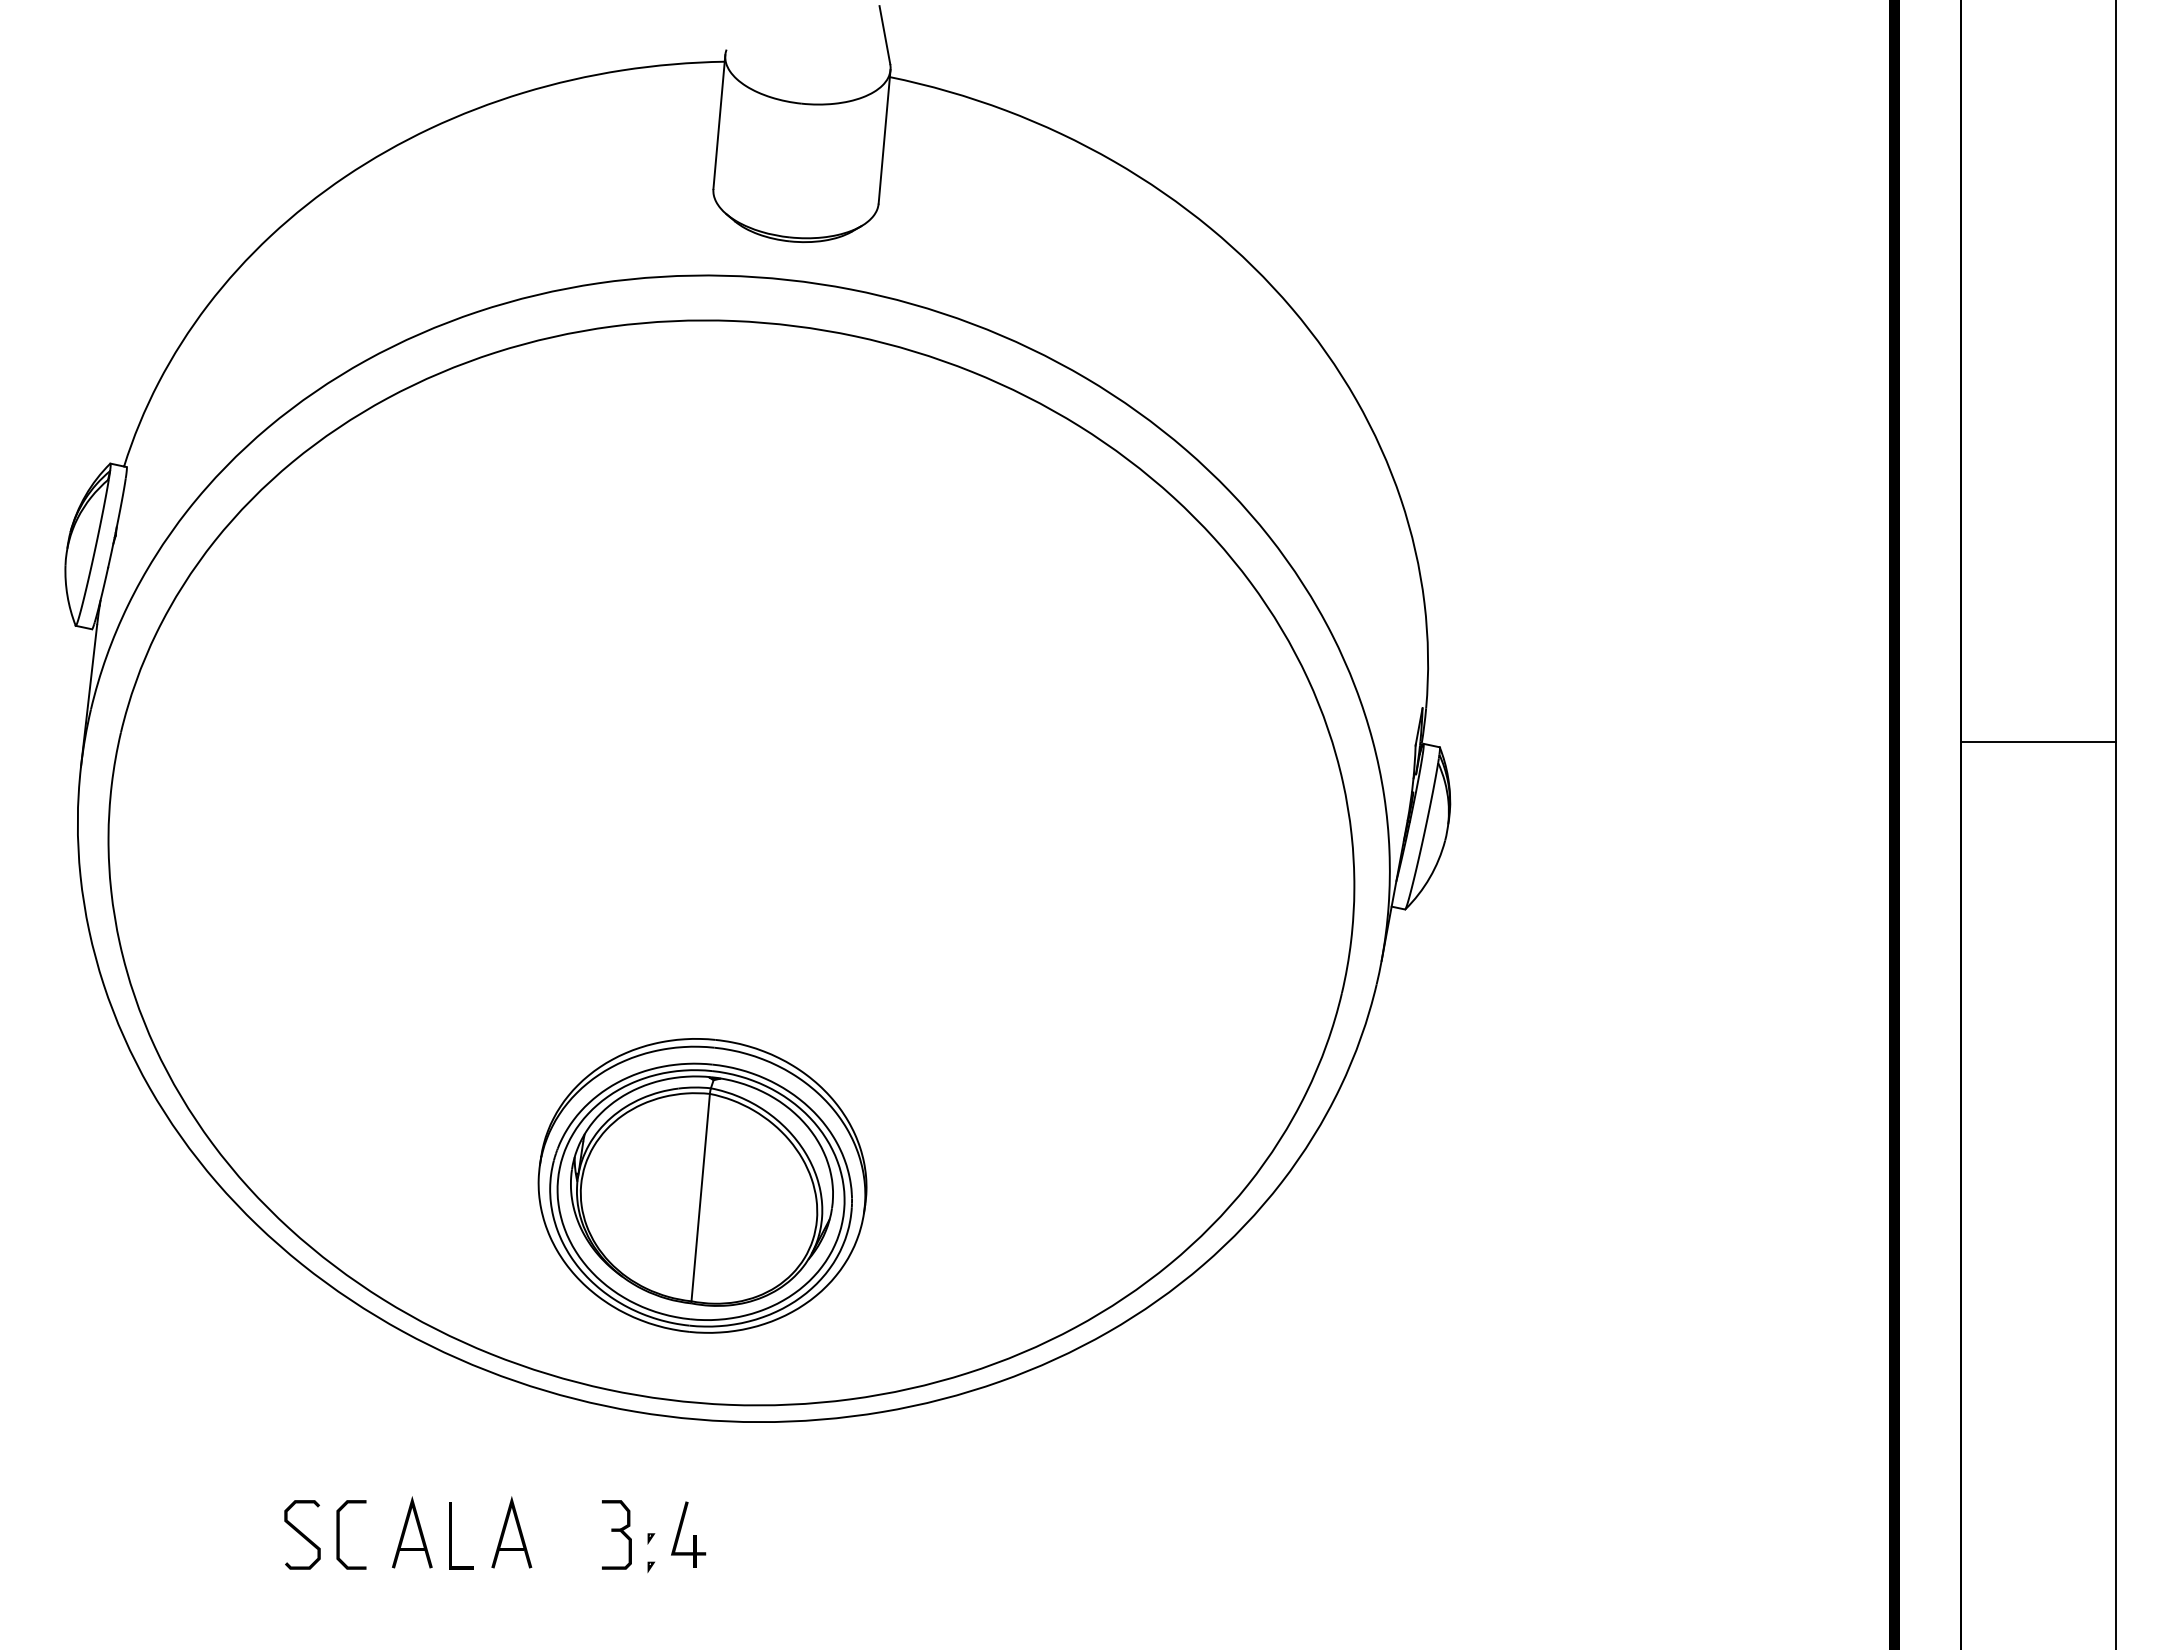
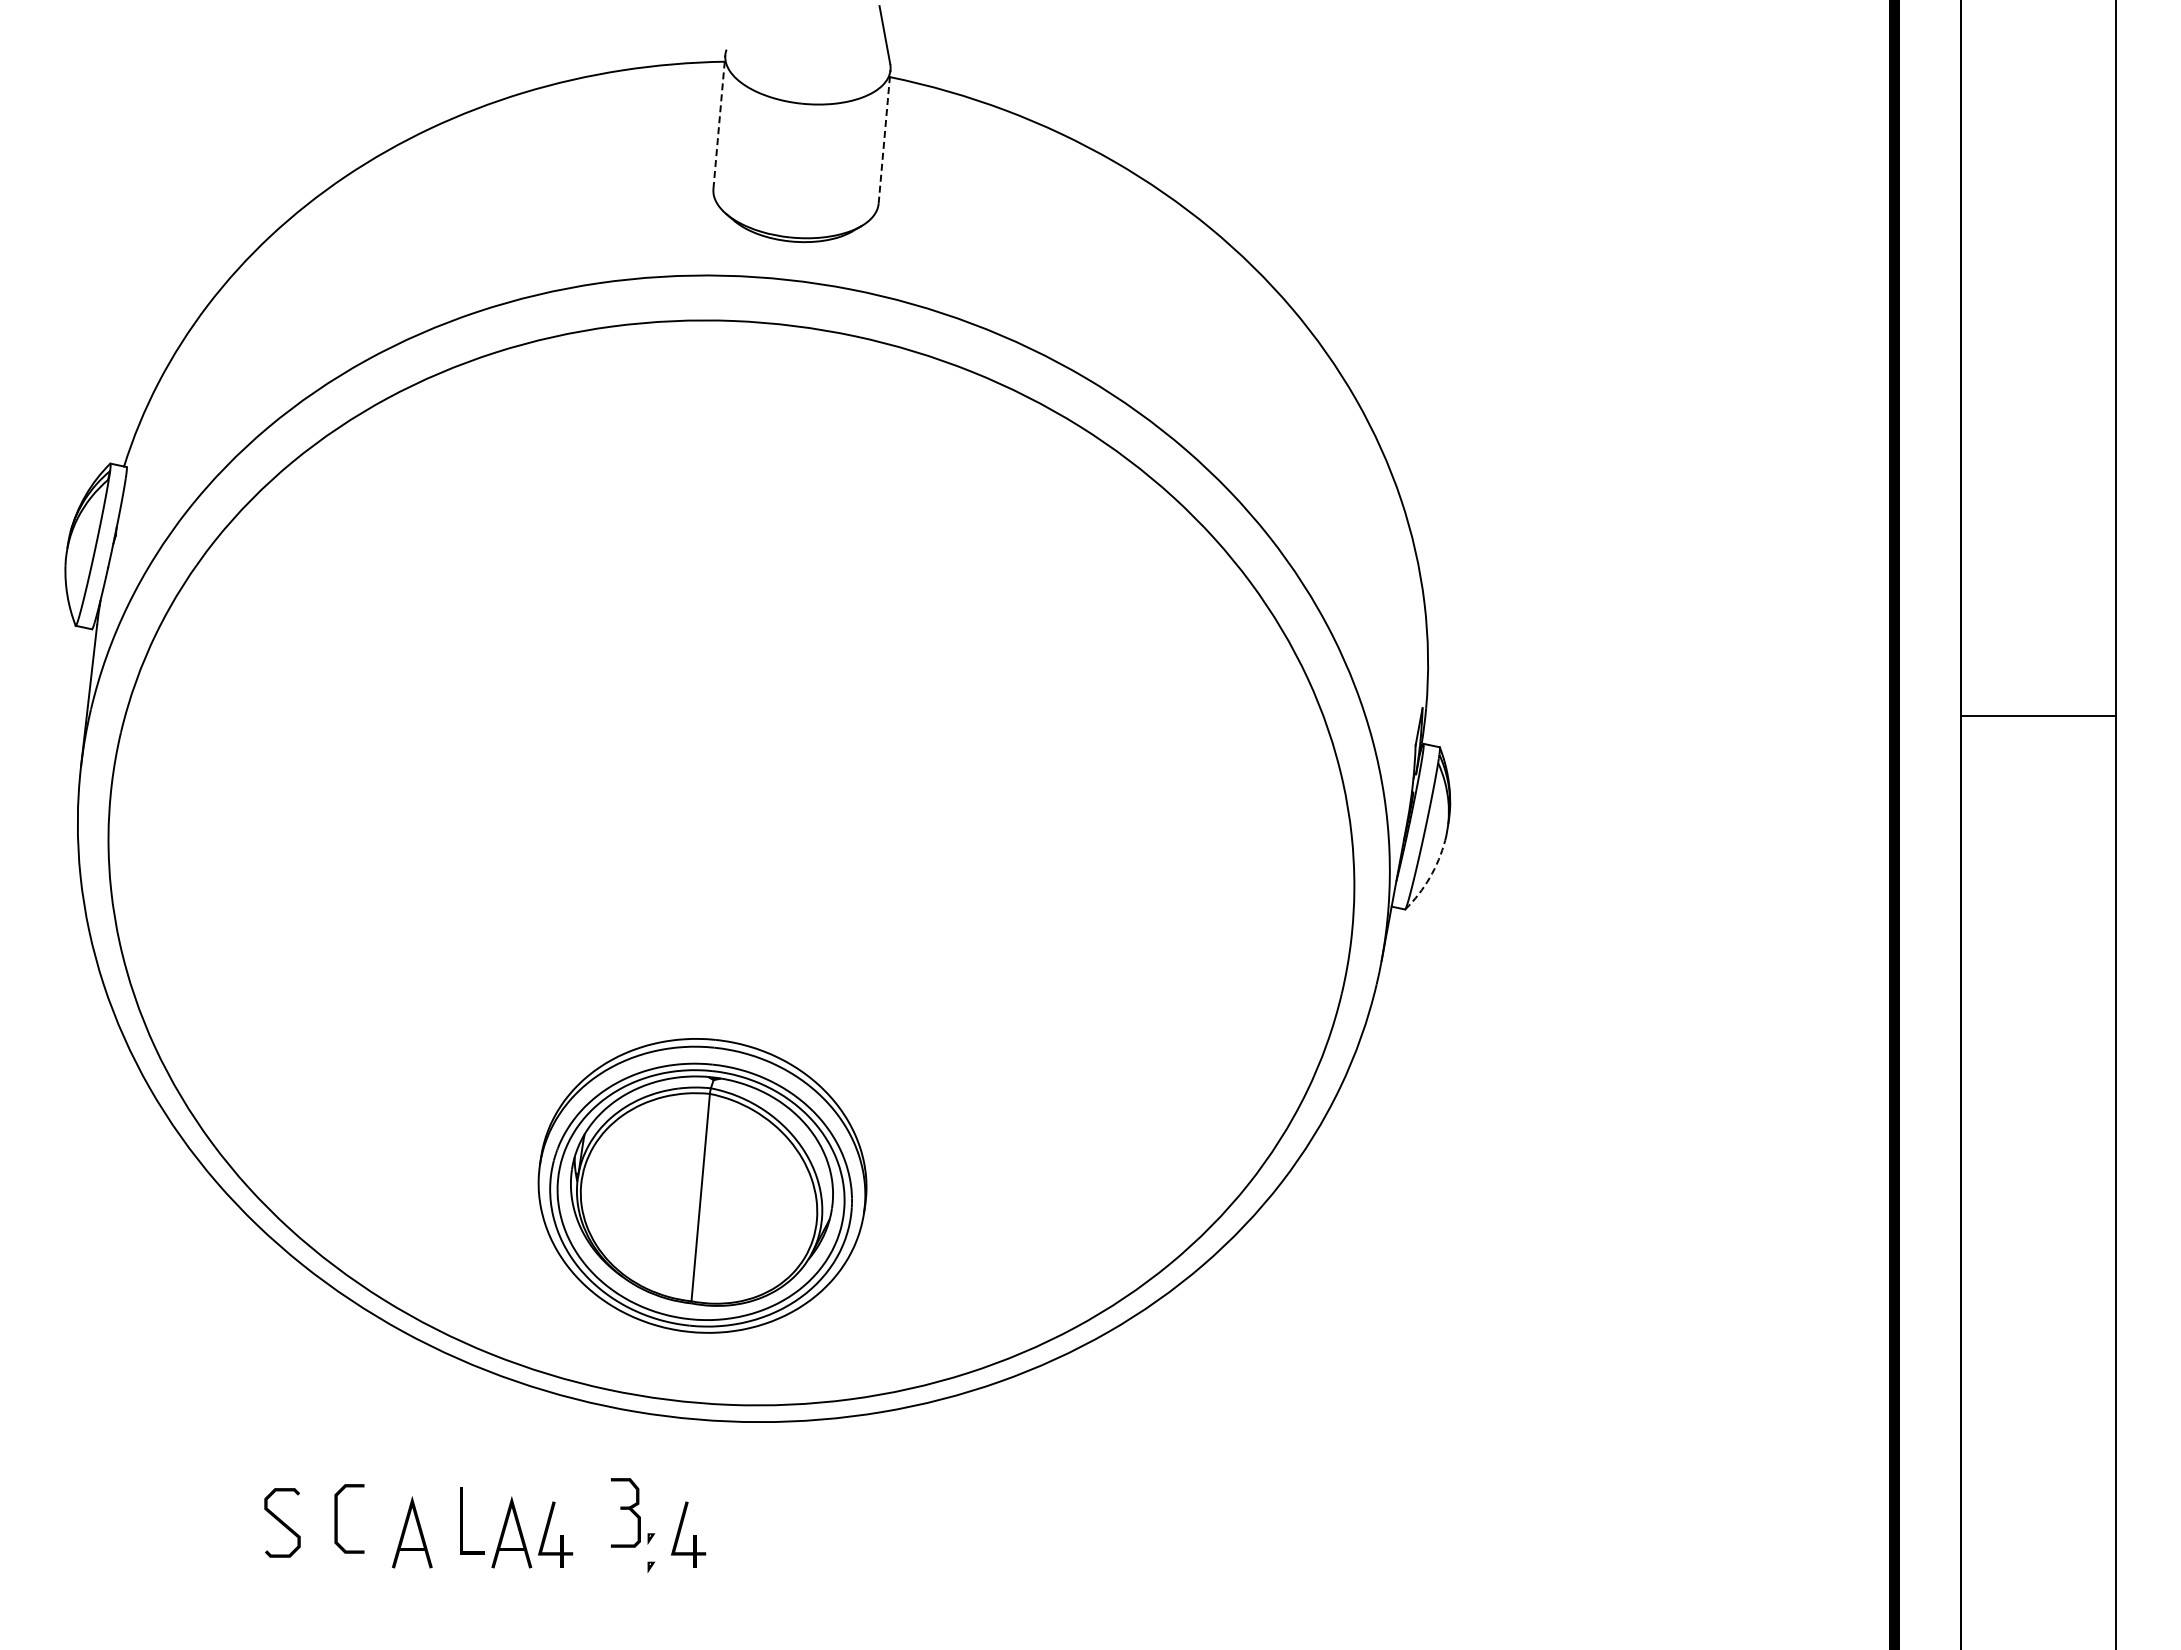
line at (719, 121): solid -> dashed
line at (884, 136): solid -> dashed
line at (2037, 741) position: (2037, 741) -> (2037, 715)
arc at (1429, 877): solid -> dashed
curve at (302, 1534) position: (302, 1534) -> (282, 1522)
curve at (339, 1534) position: (339, 1534) -> (337, 1518)
part at (555, 1534): none -> present
part at (616, 1534) position: (616, 1534) -> (625, 1512)
line at (451, 1535) position: (451, 1535) -> (462, 1520)
